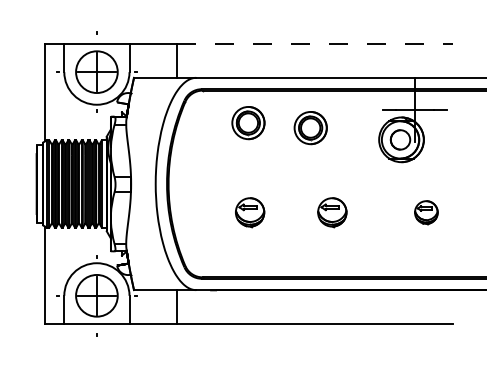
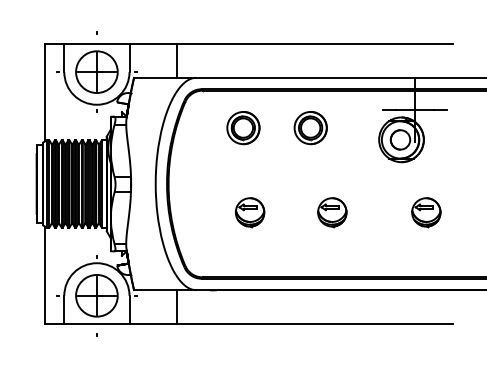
line at (315, 43): dashed -> solid
part at (248, 123) position: (248, 123) -> (243, 128)
part at (426, 212) size: 25x26 px -> 31x32 px
